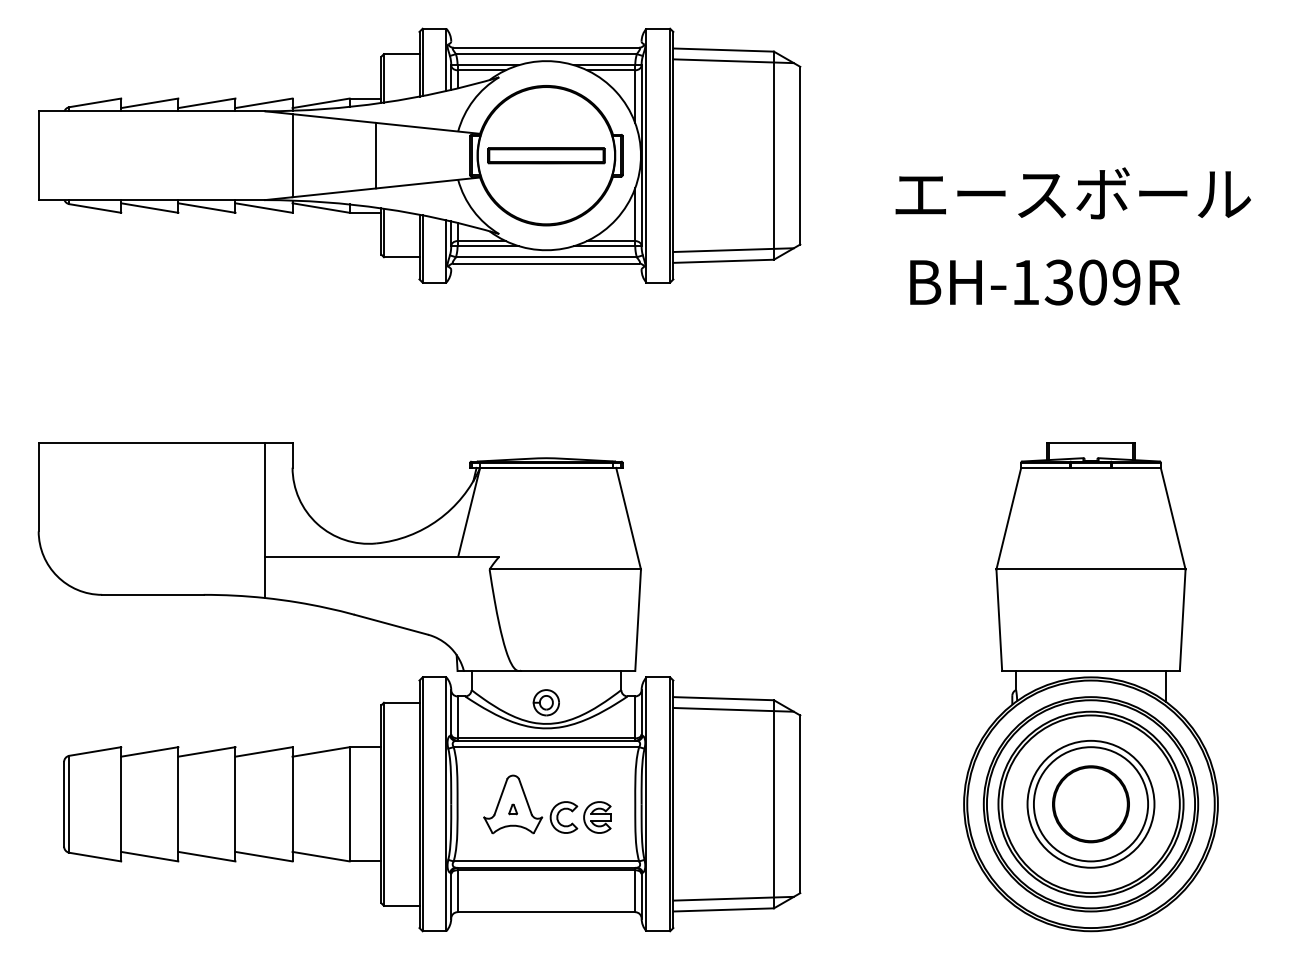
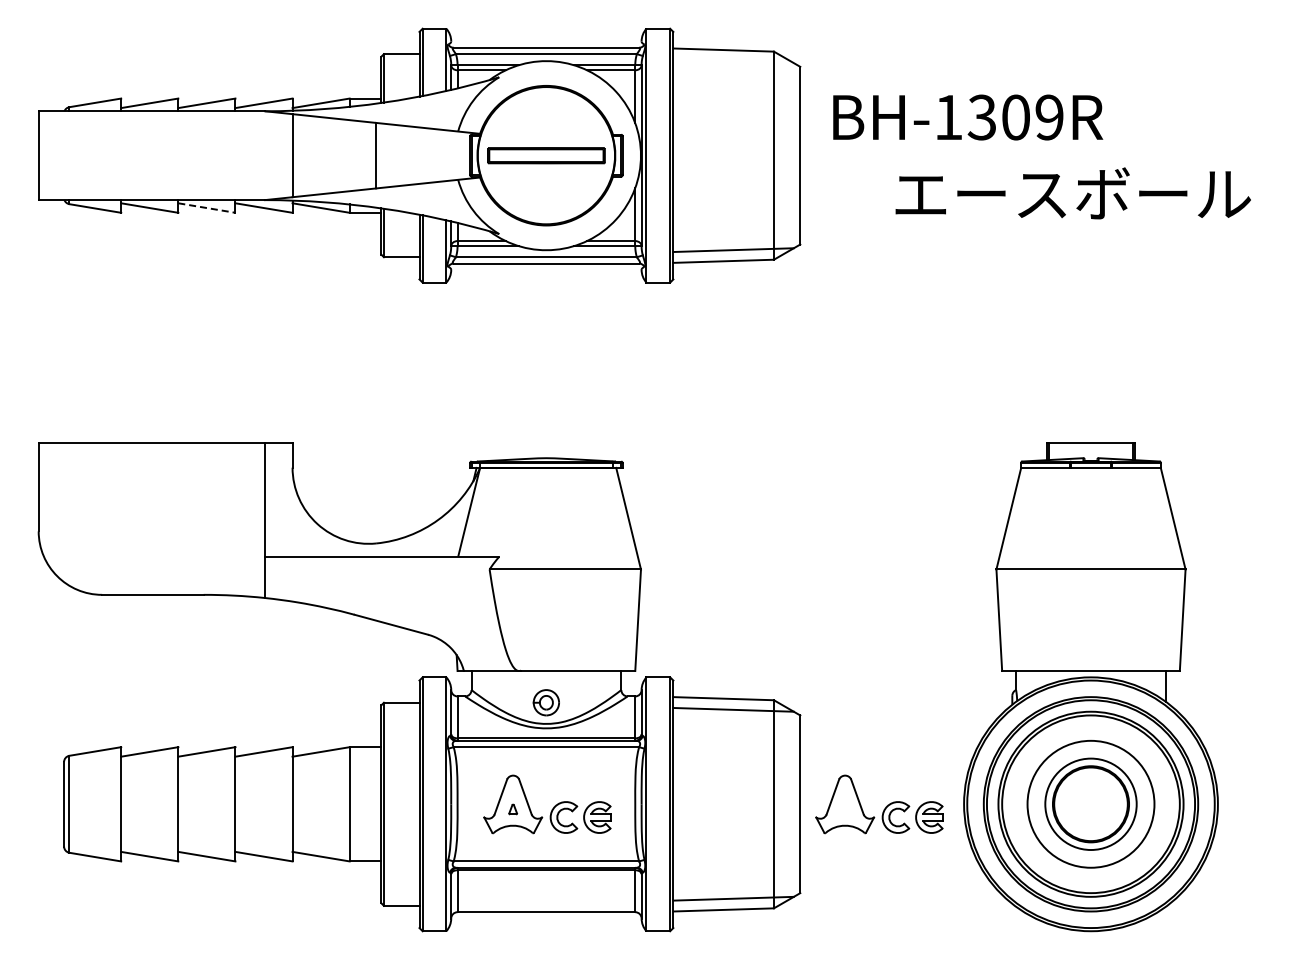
line at (733, 61): present -> none
line at (206, 208): solid -> dashed
text at (1045, 282) position: (1045, 282) -> (968, 117)
circle at (1090, 804) diameter: 114 px -> 91 px
part at (885, 806): none -> present
